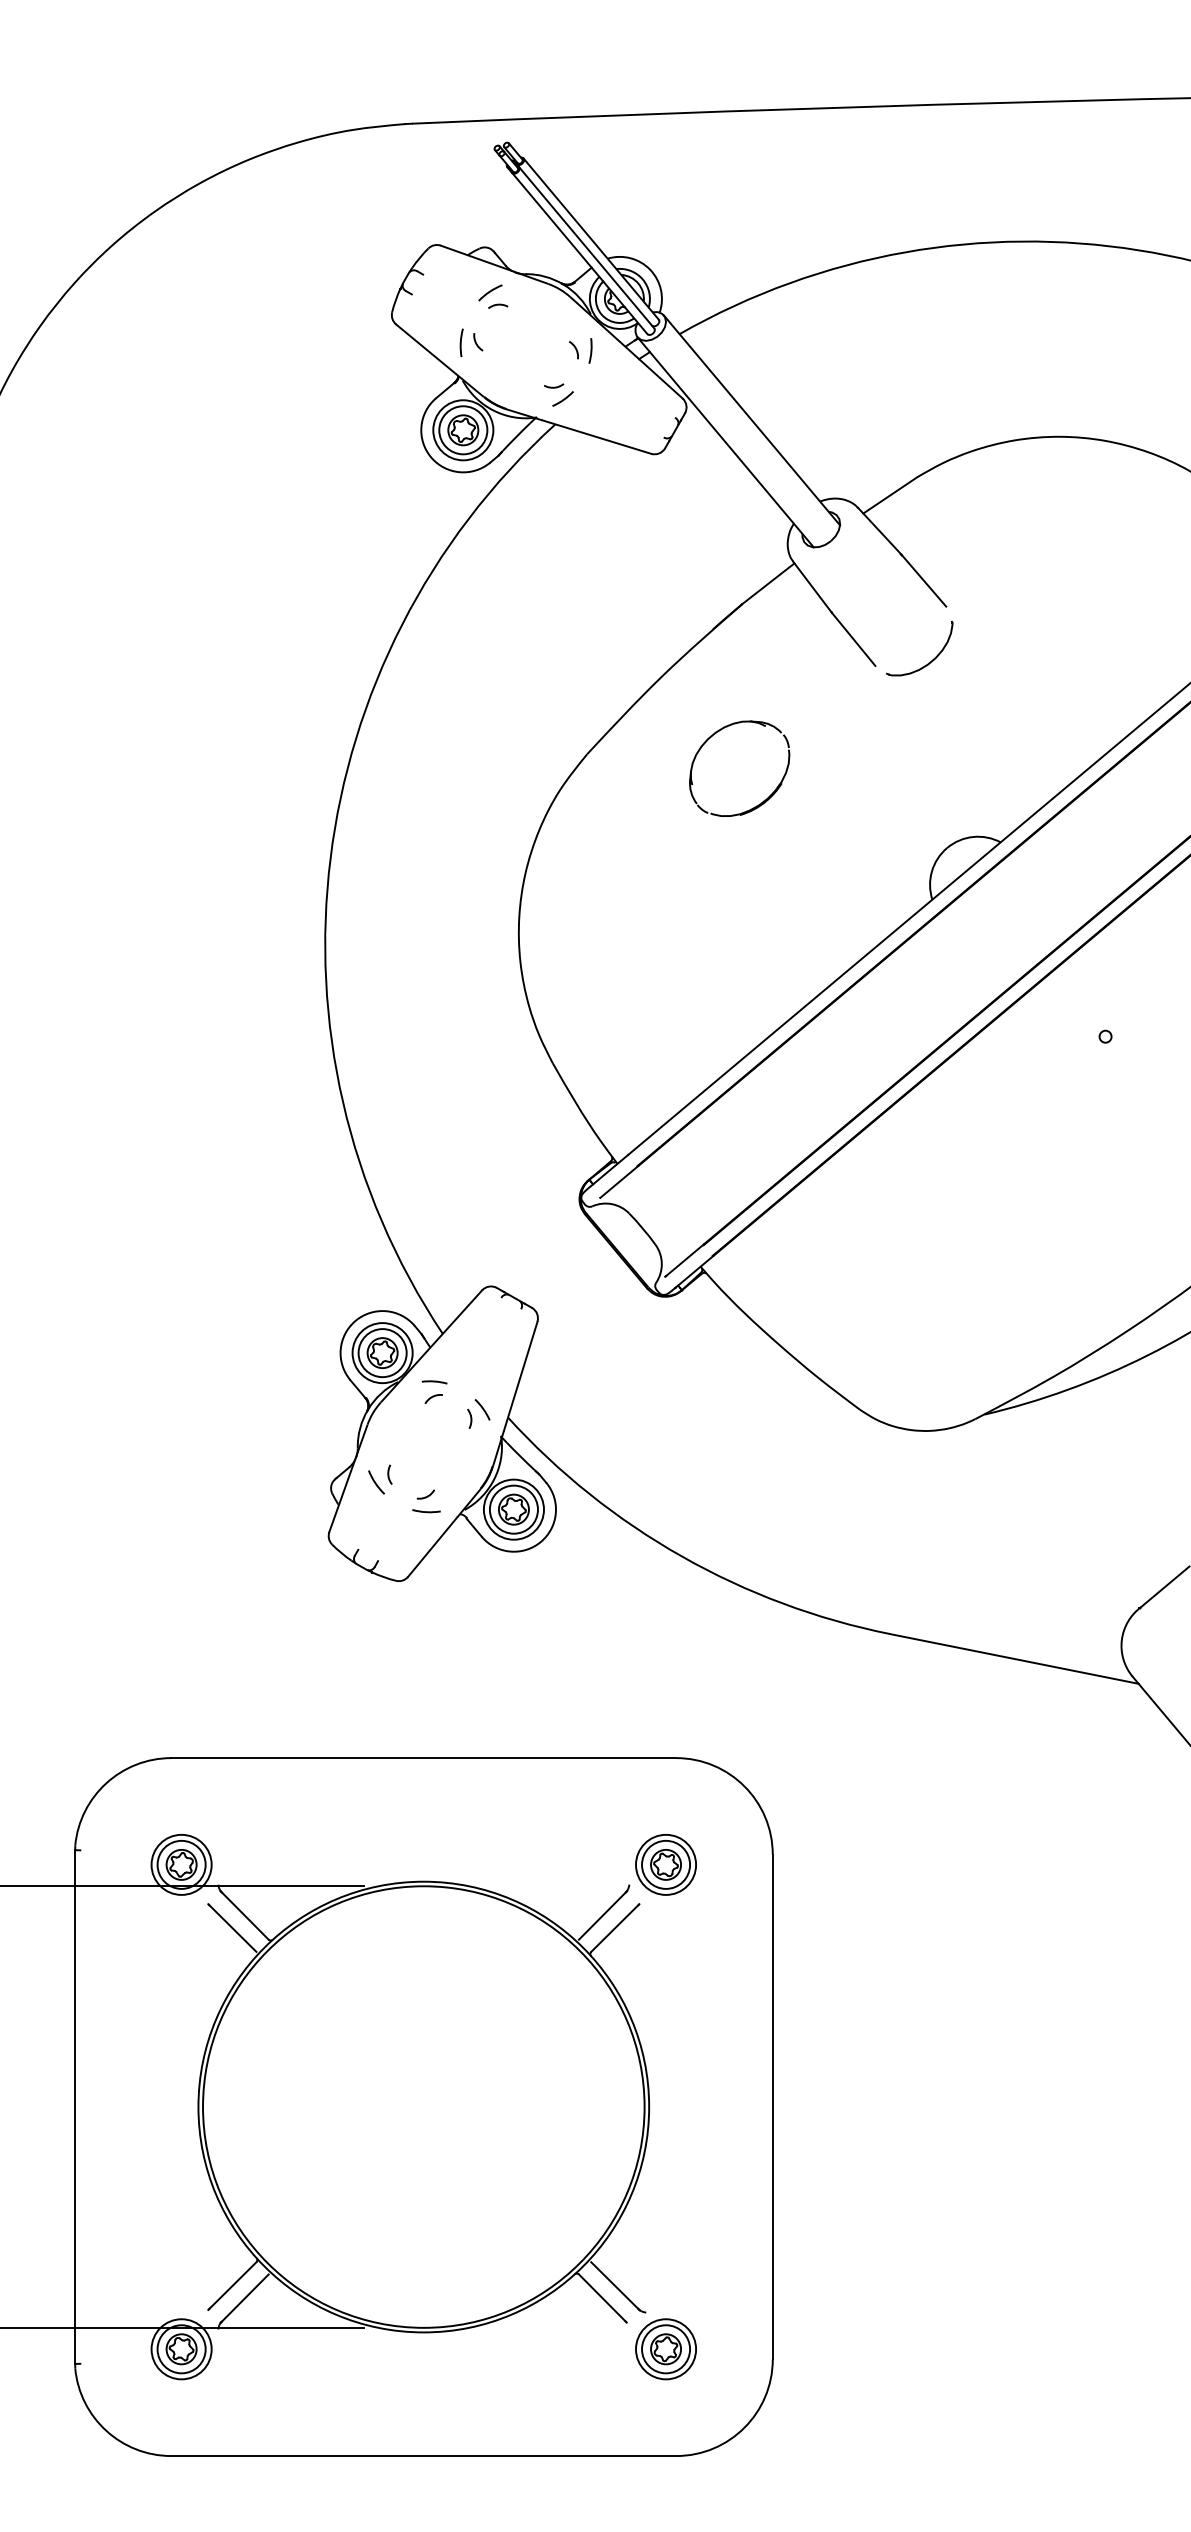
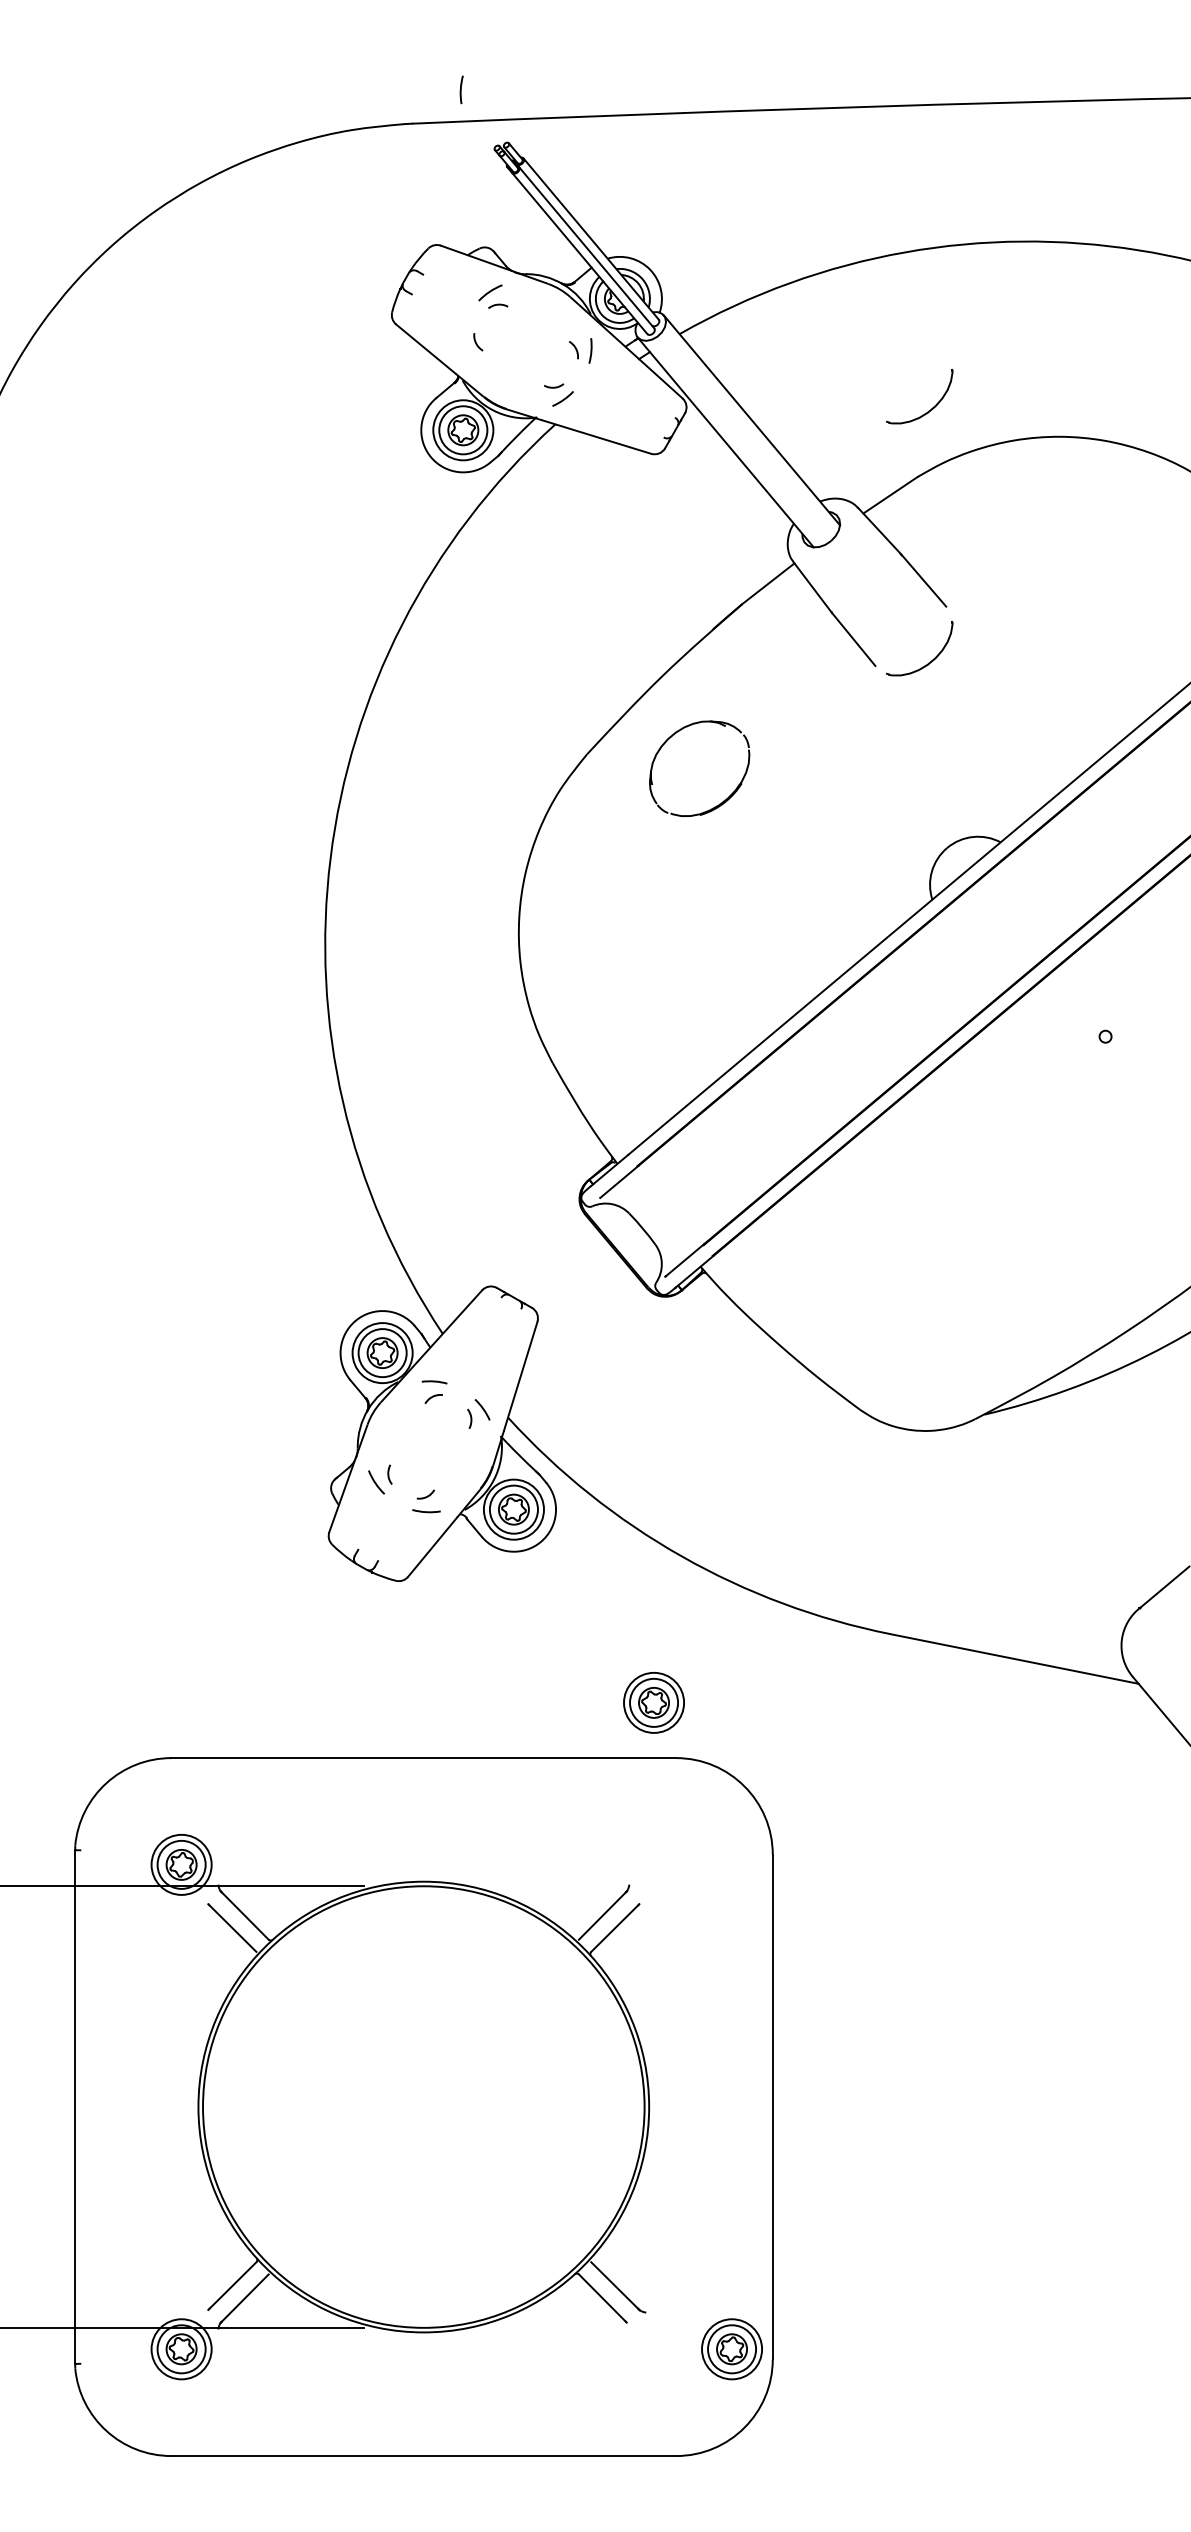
arc at (461, 342) position: (461, 342) -> (461, 89)
part at (928, 410): none -> present
part at (763, 800) position: (763, 800) -> (723, 800)
part at (665, 1864) position: (665, 1864) -> (653, 1702)
part at (665, 2349) position: (665, 2349) -> (731, 2349)
